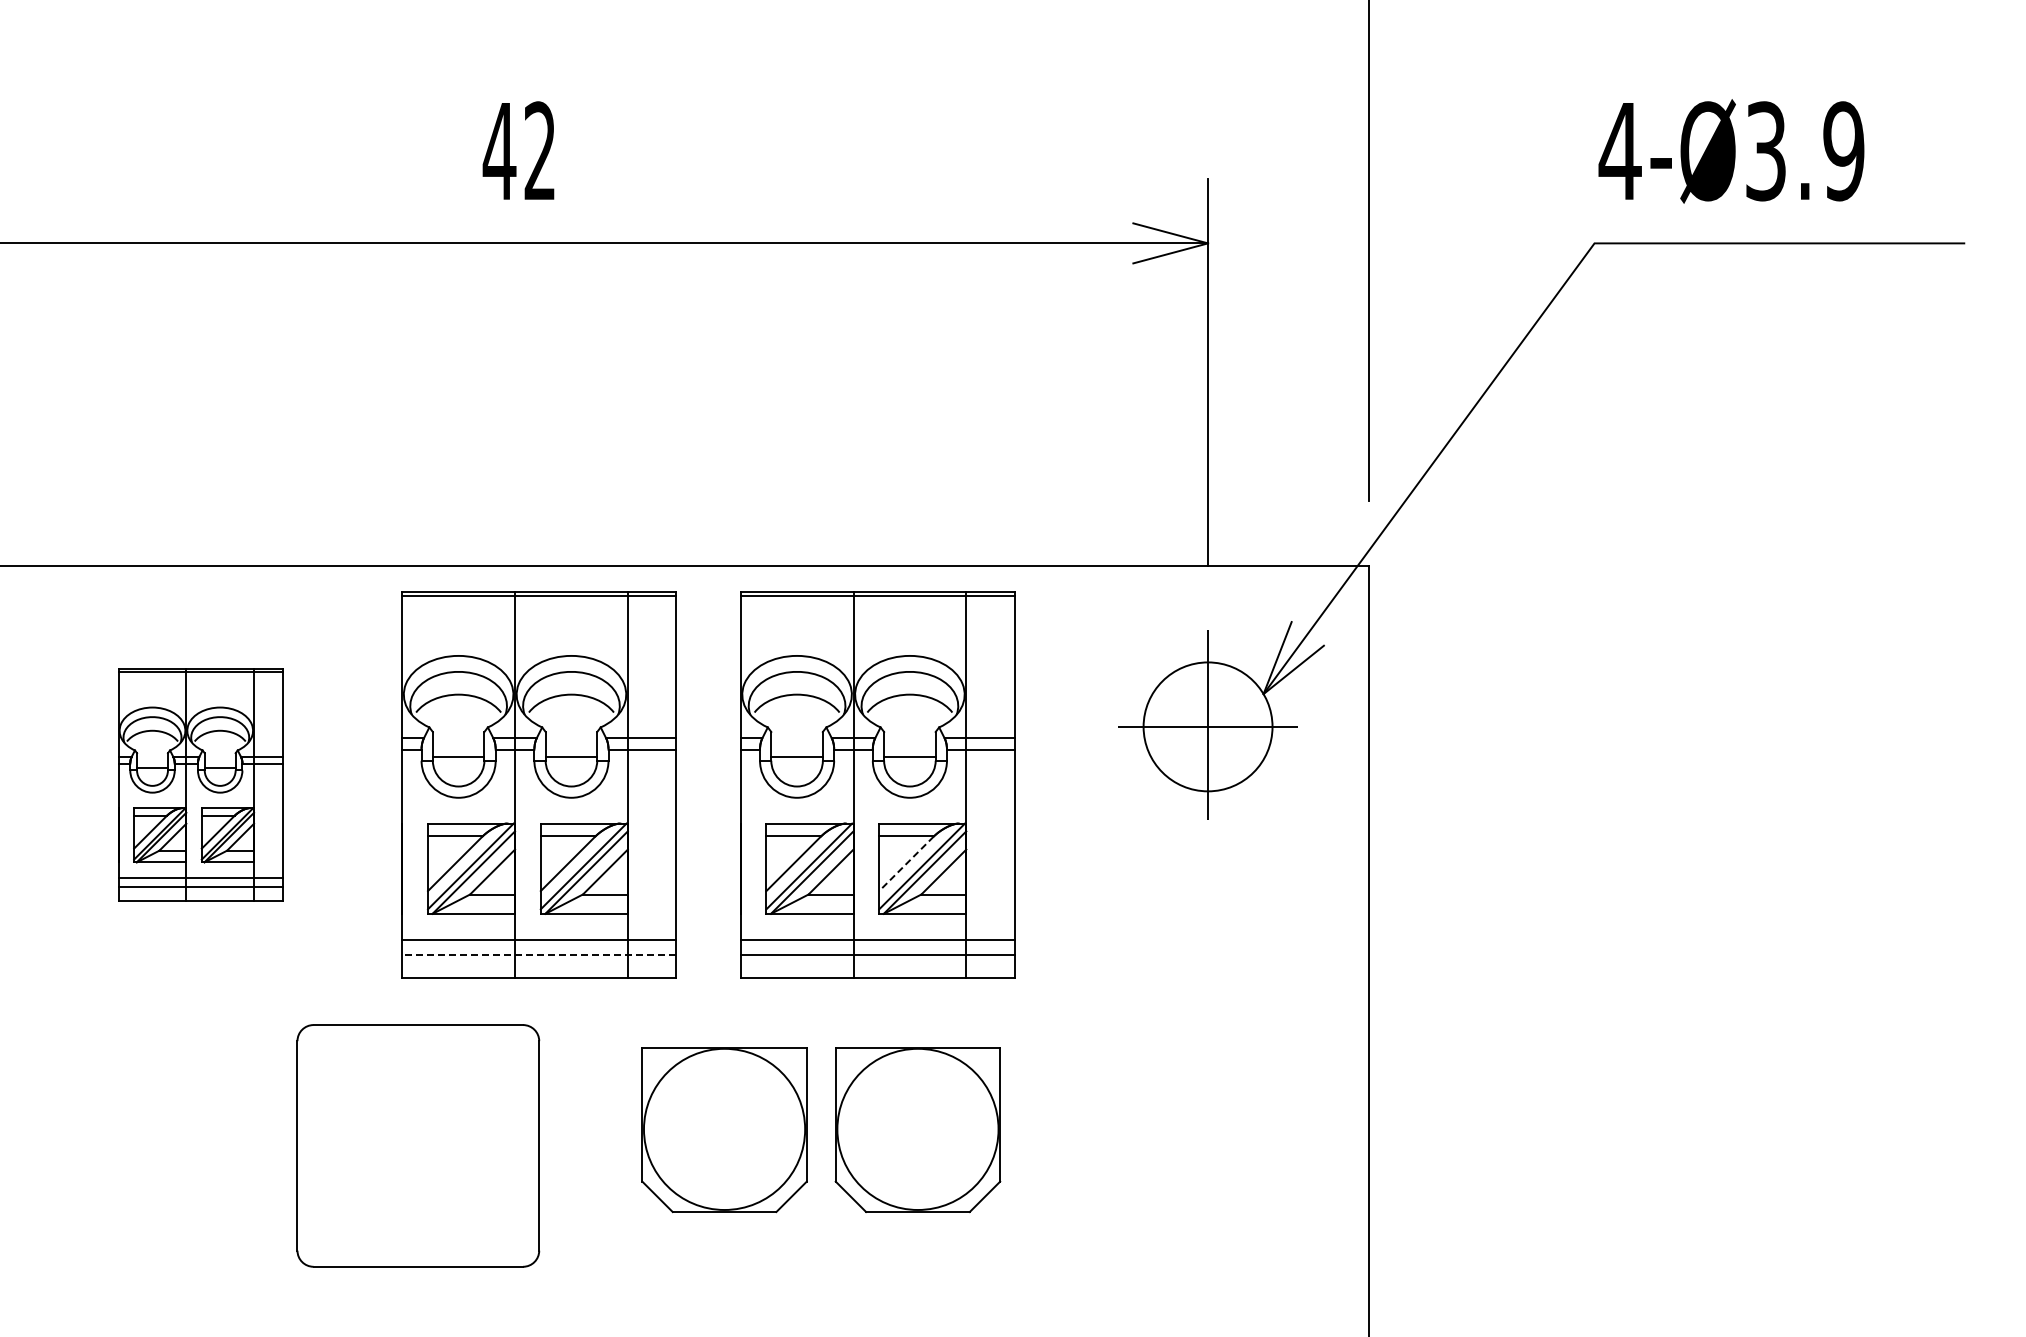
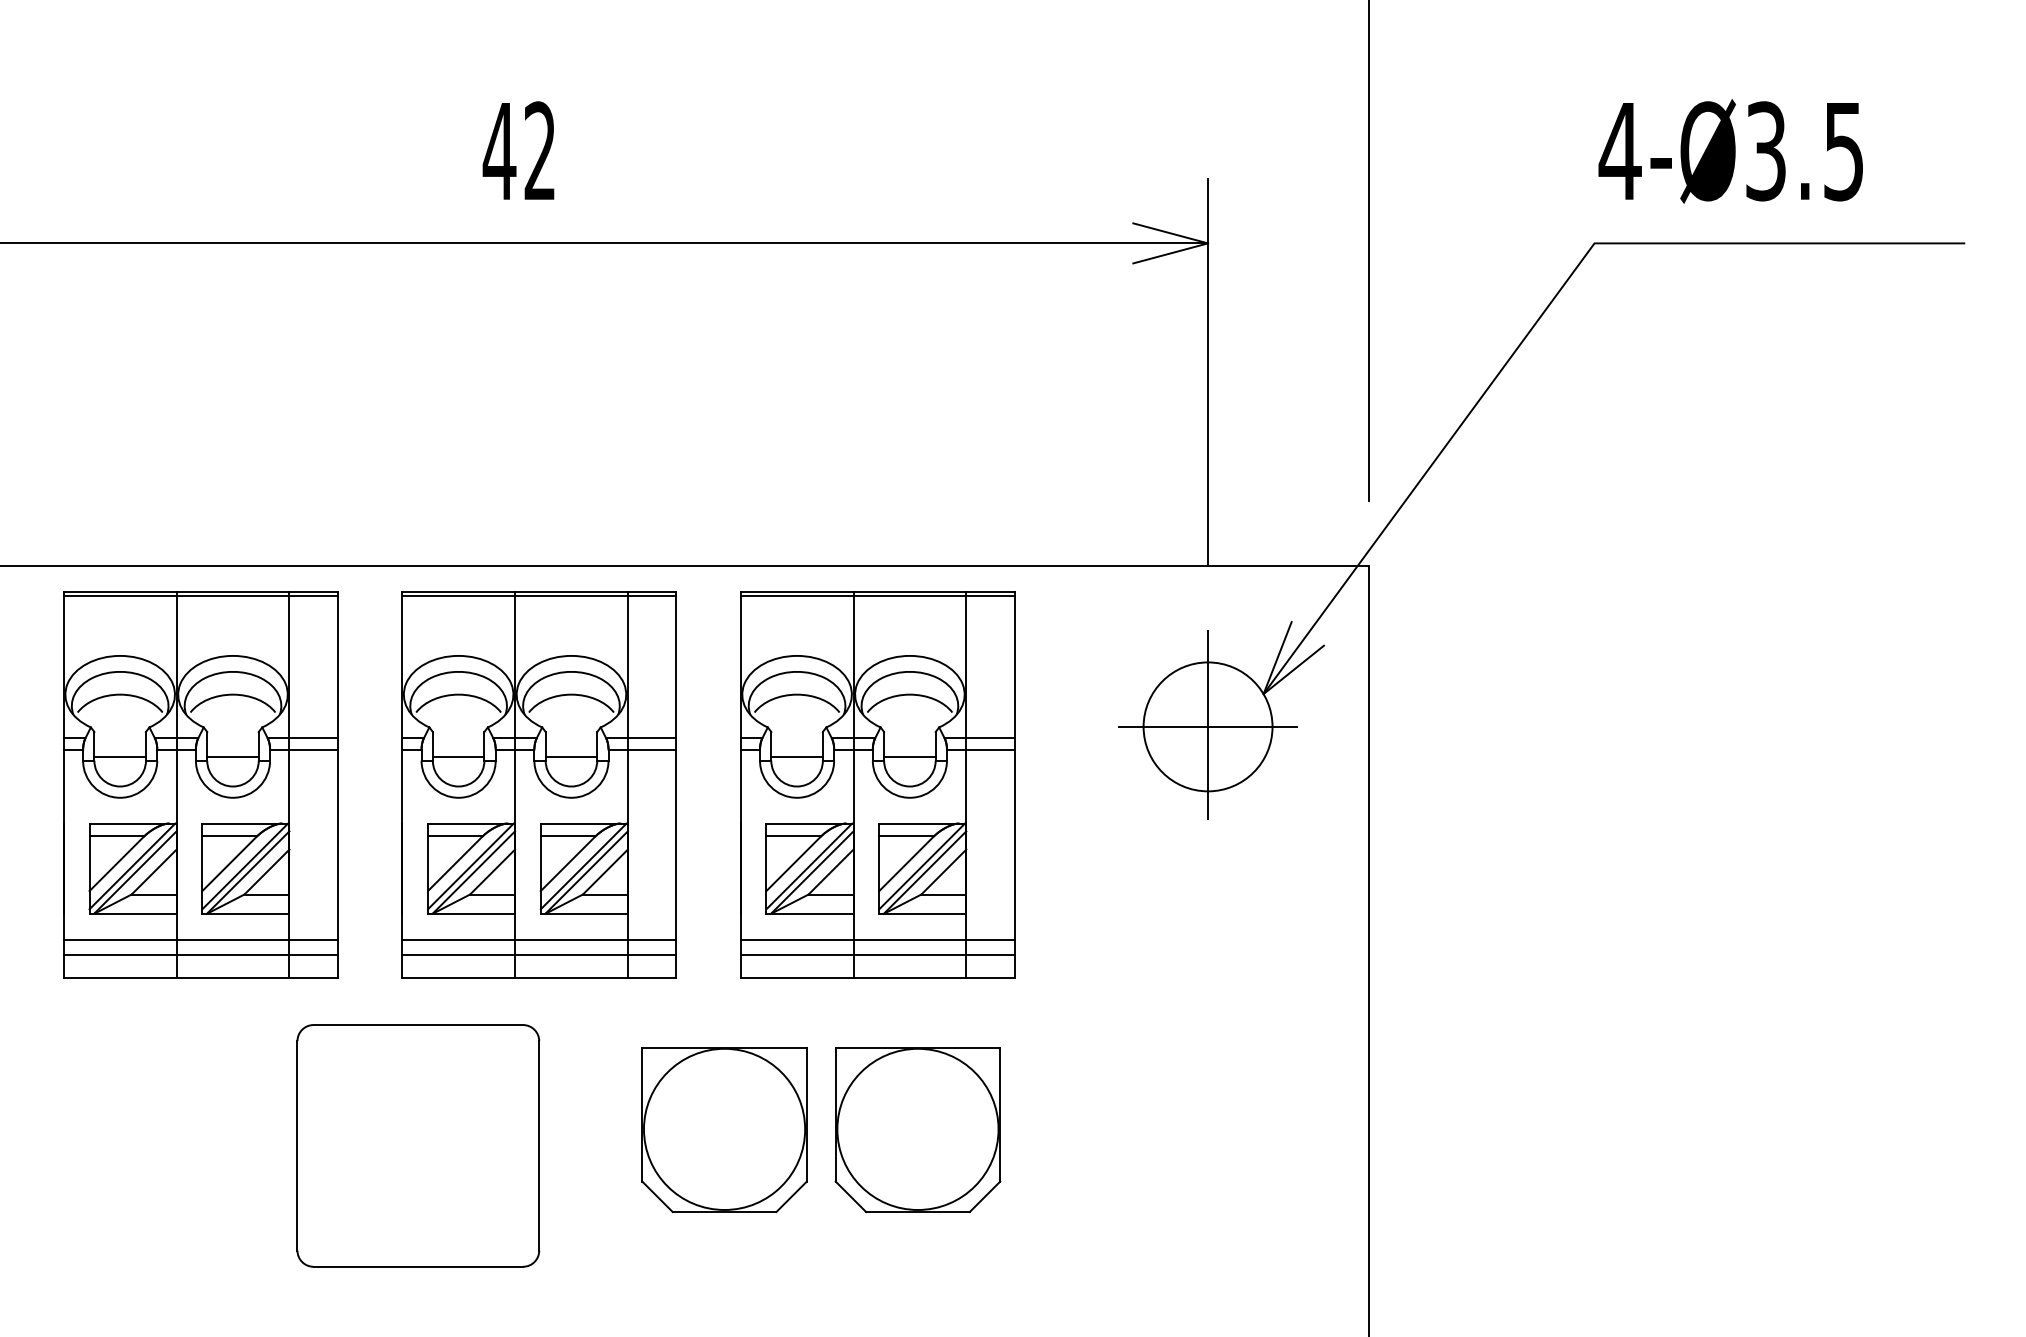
text at (1843, 151): 4-Ø3.9 -> 4-Ø3.5
part at (200, 784) size: 166x234 px -> 276x388 px
line at (906, 863): dashed -> solid
line at (539, 955): dashed -> solid
